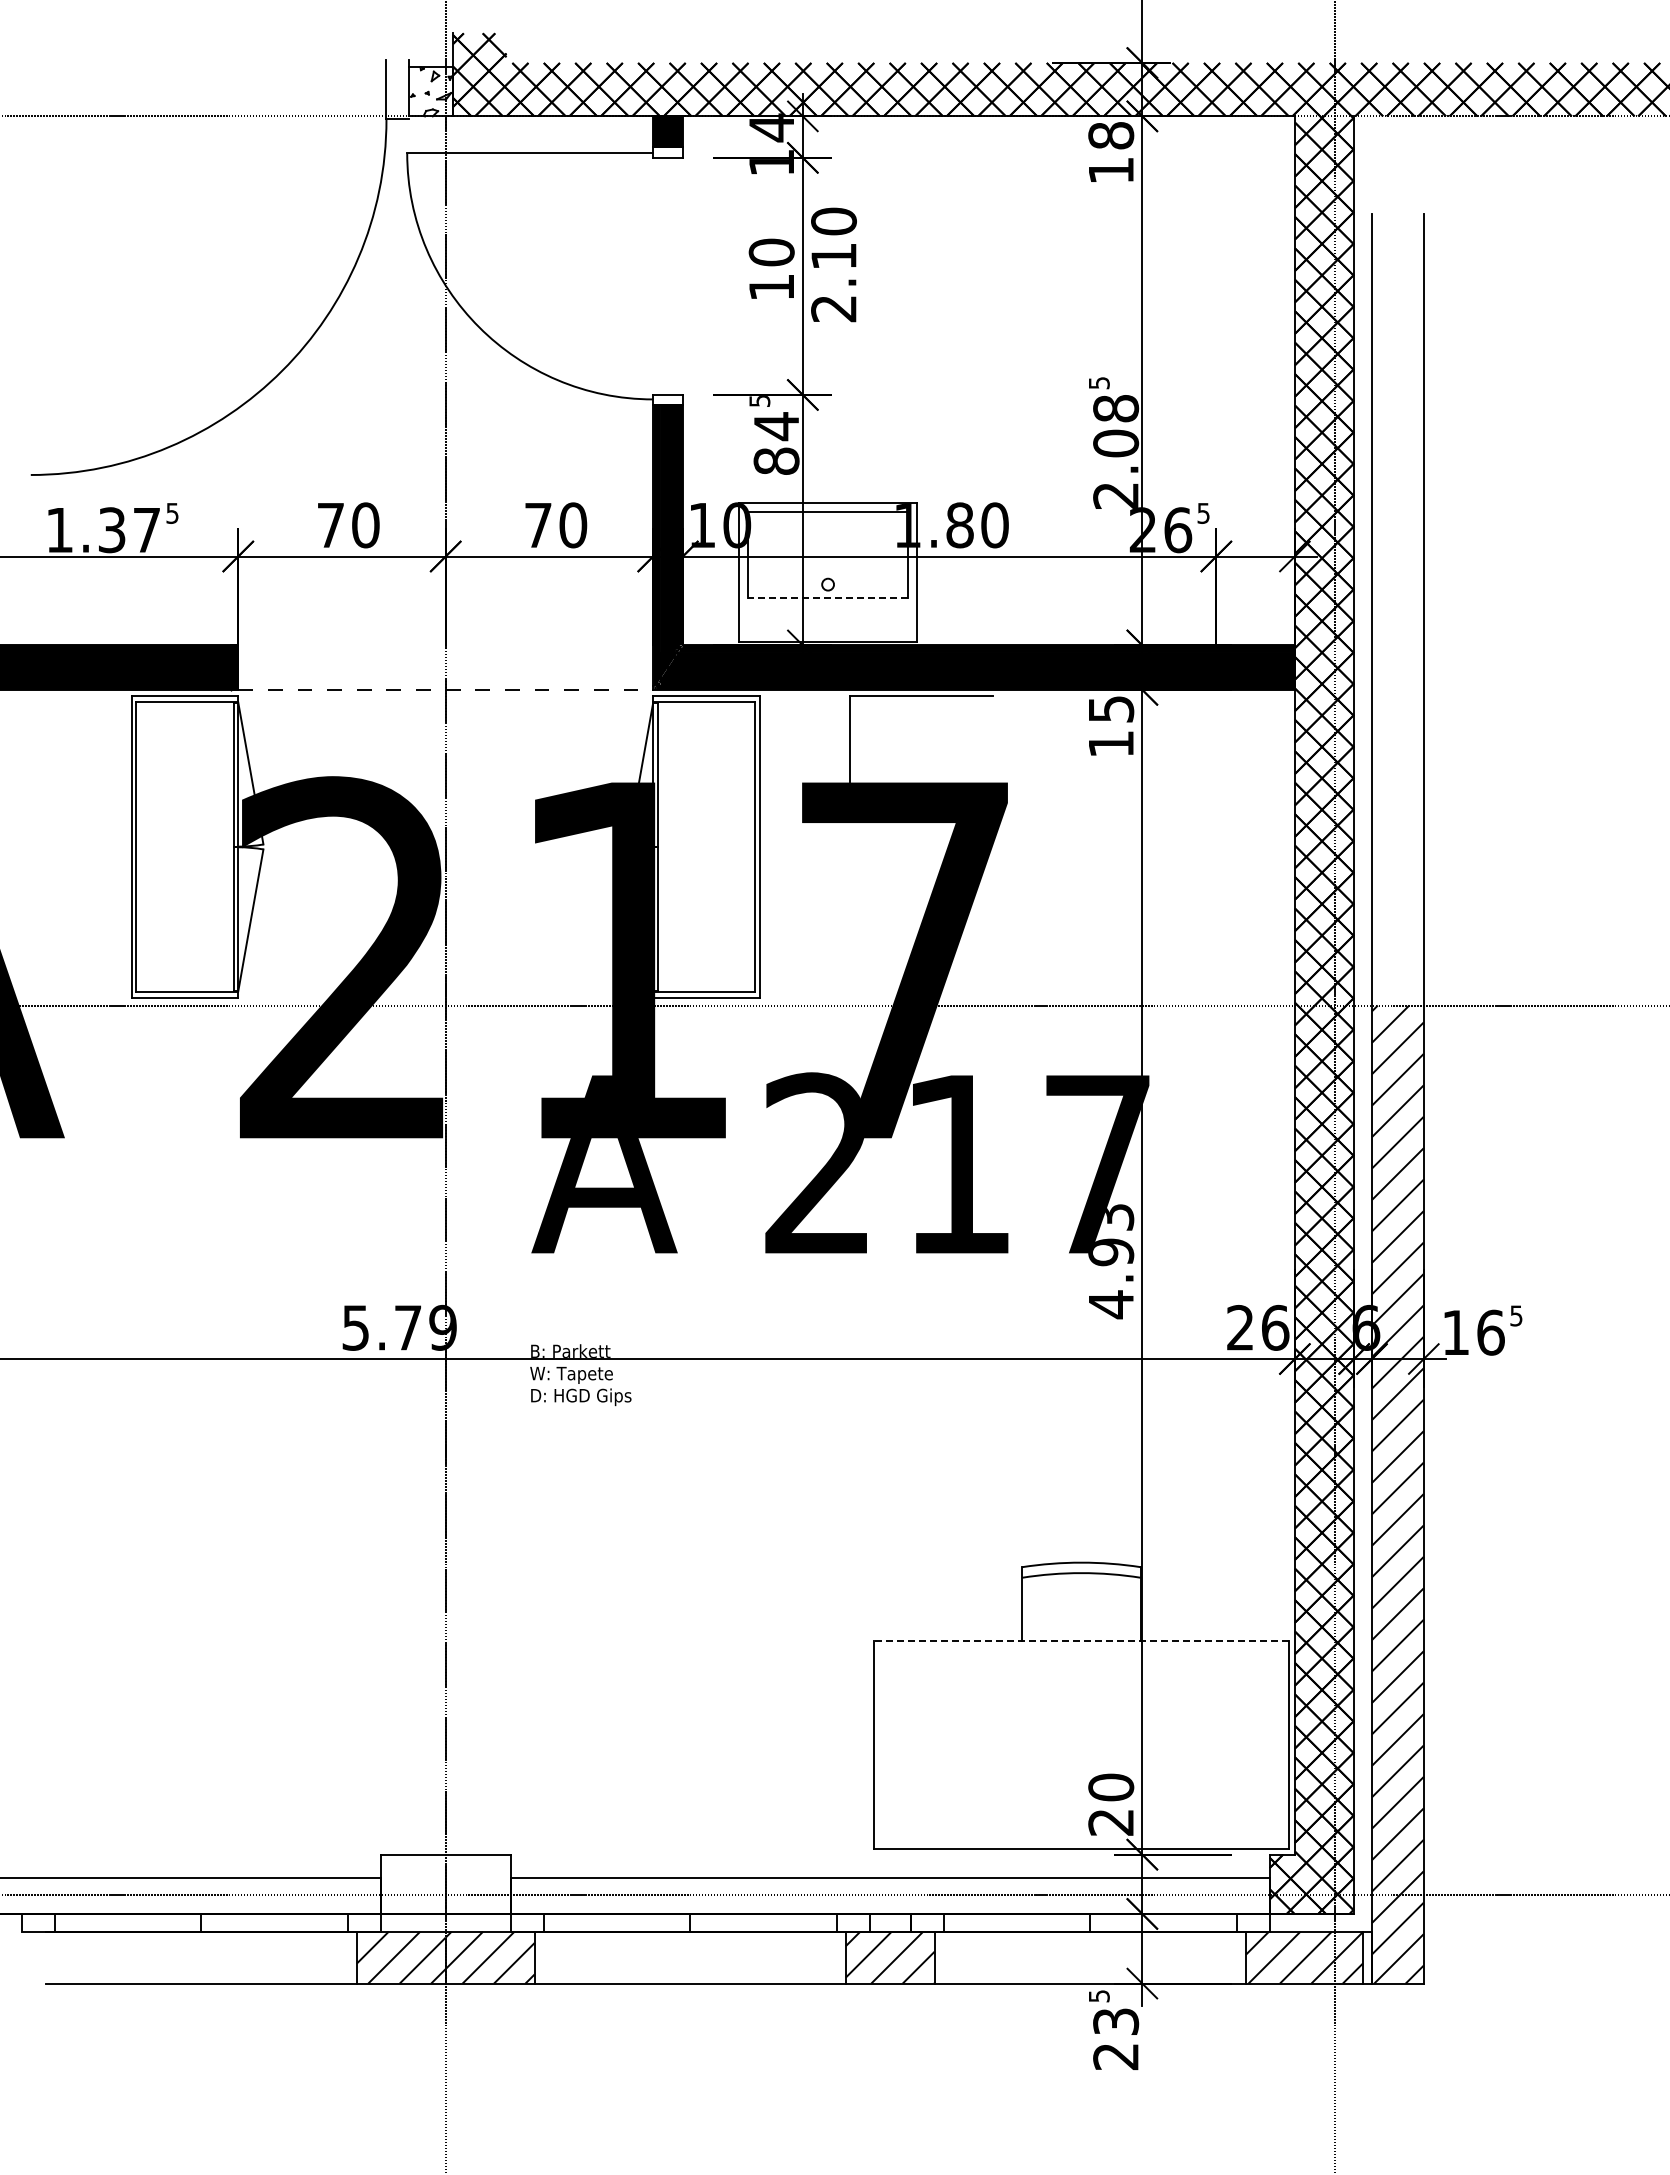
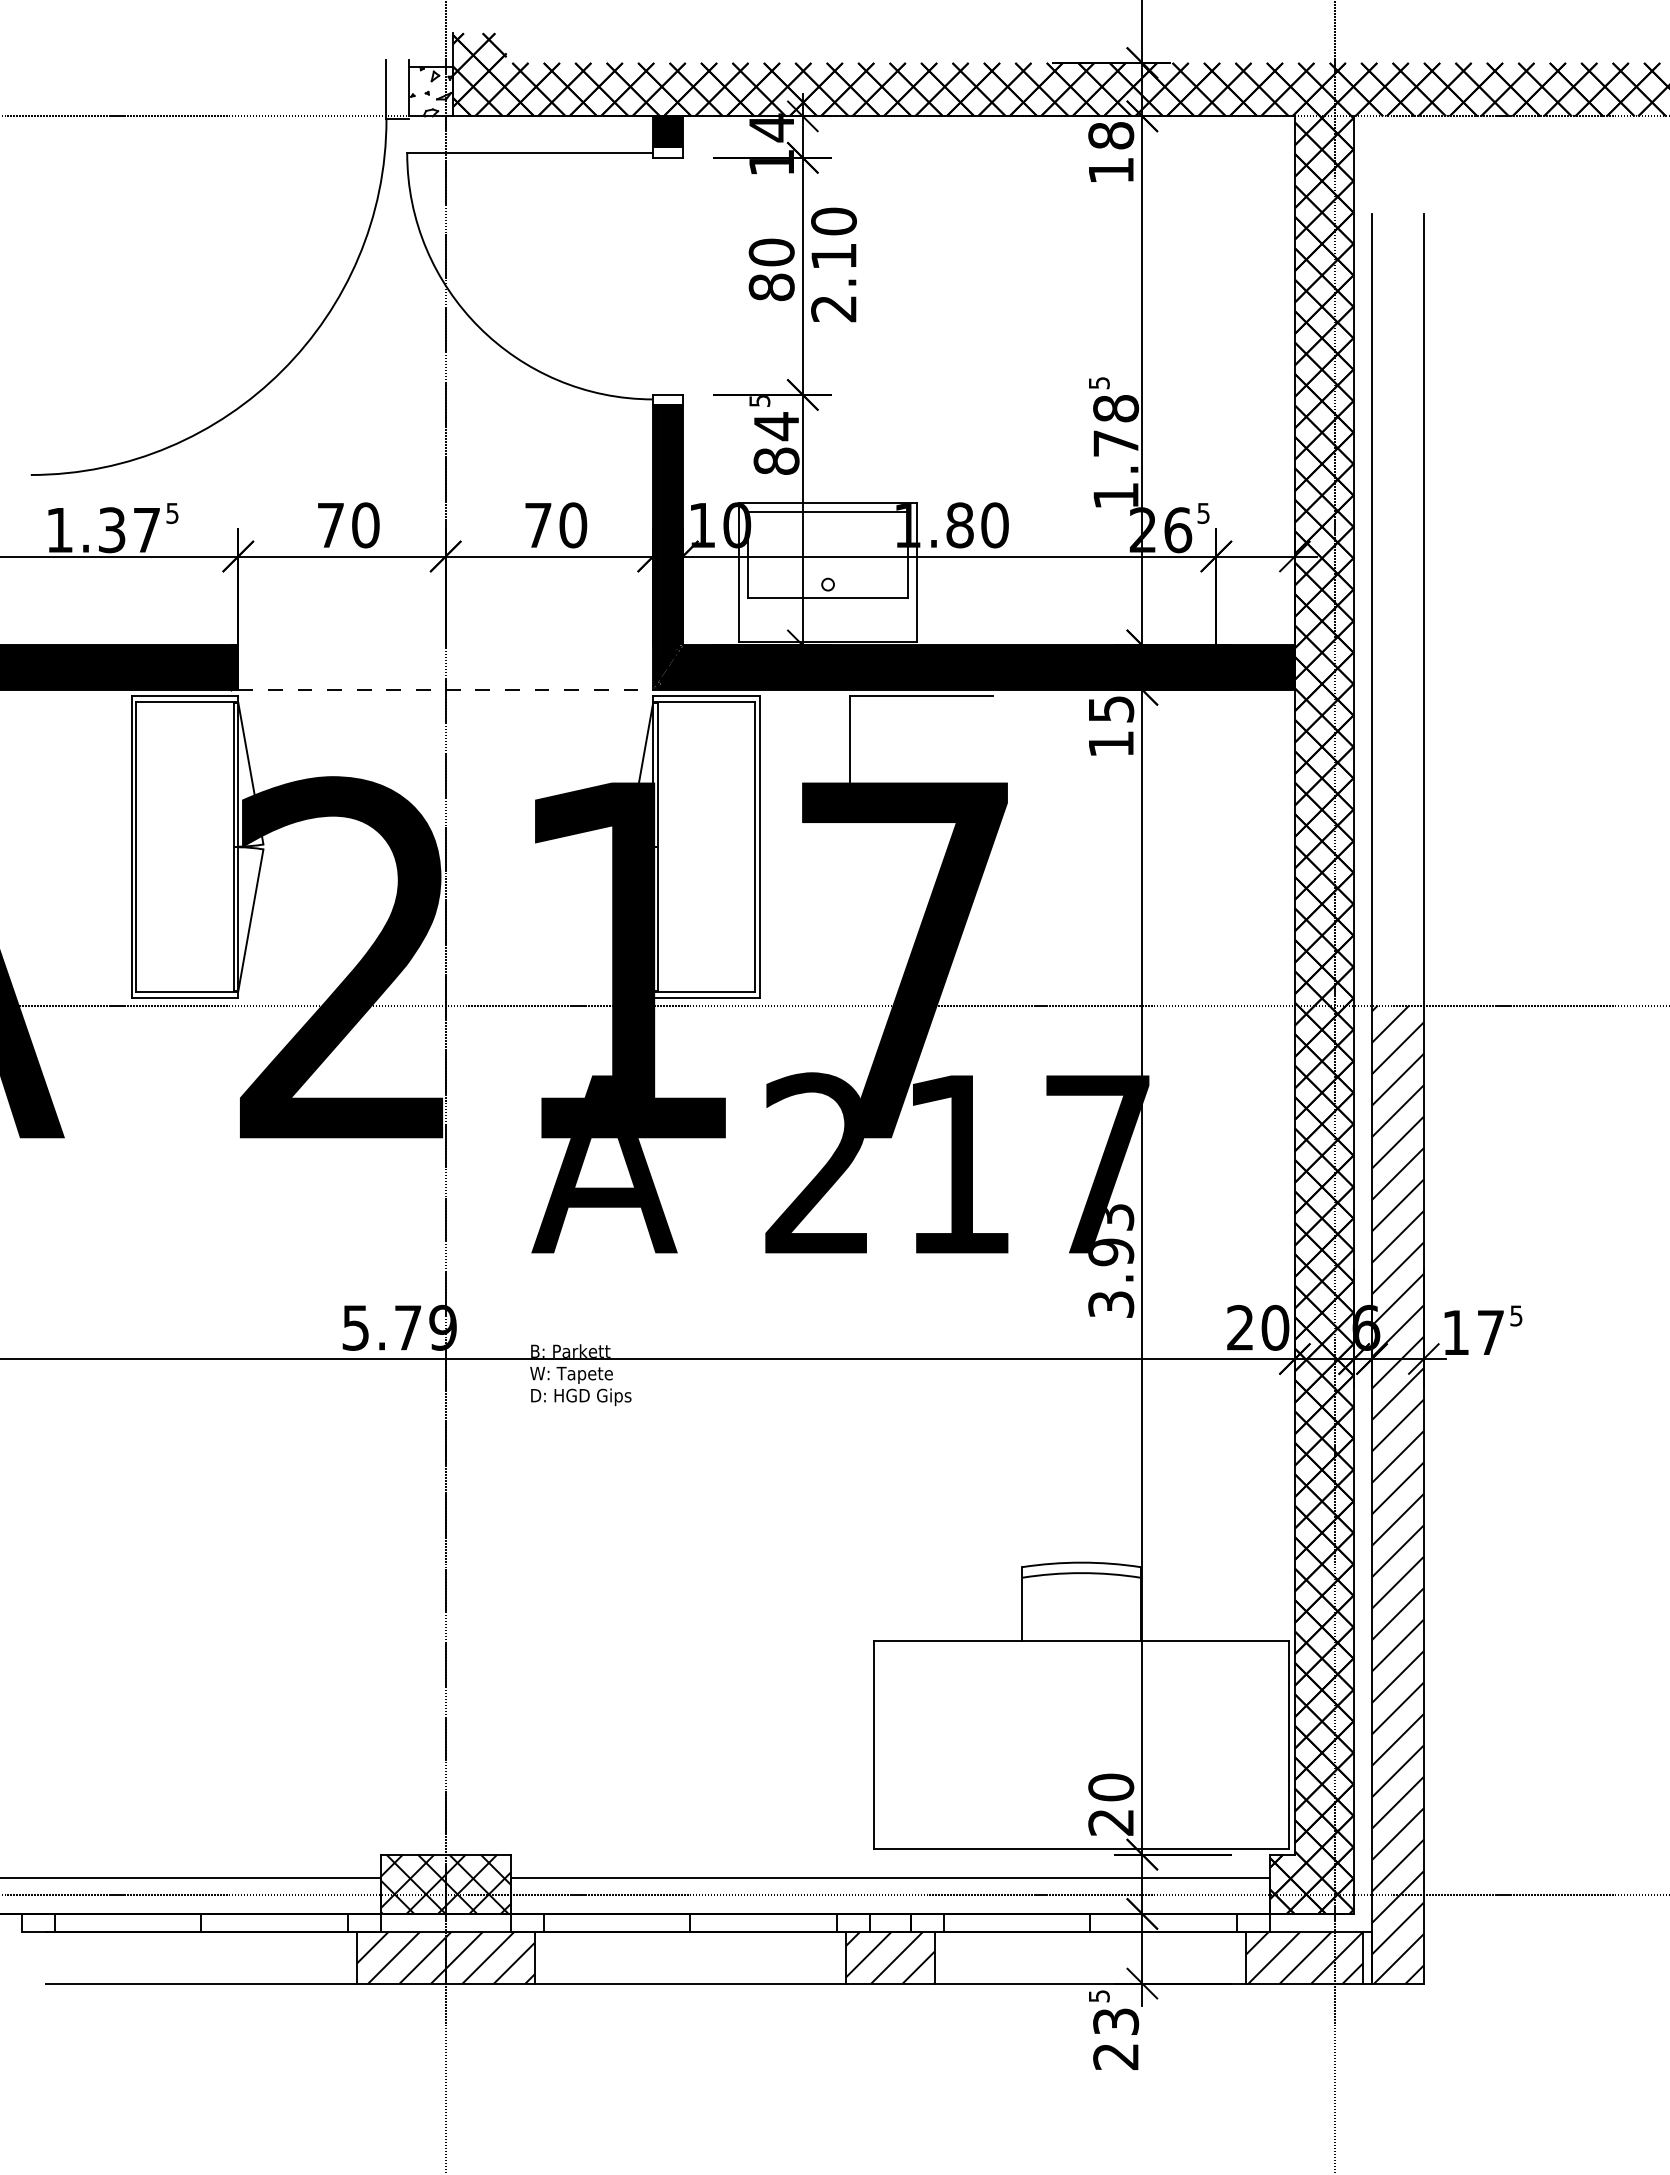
text at (771, 287): 10 -> 80
text at (1116, 468): 2.08 -> 1.78
line at (827, 598): dashed -> solid
text at (1111, 1304): 4.93 -> 3.93
text at (1275, 1327): 26 -> 20
text at (1490, 1332): 16 -> 17
line at (1081, 1641): dashed -> solid
hatch at (445, 1883): none -> present
